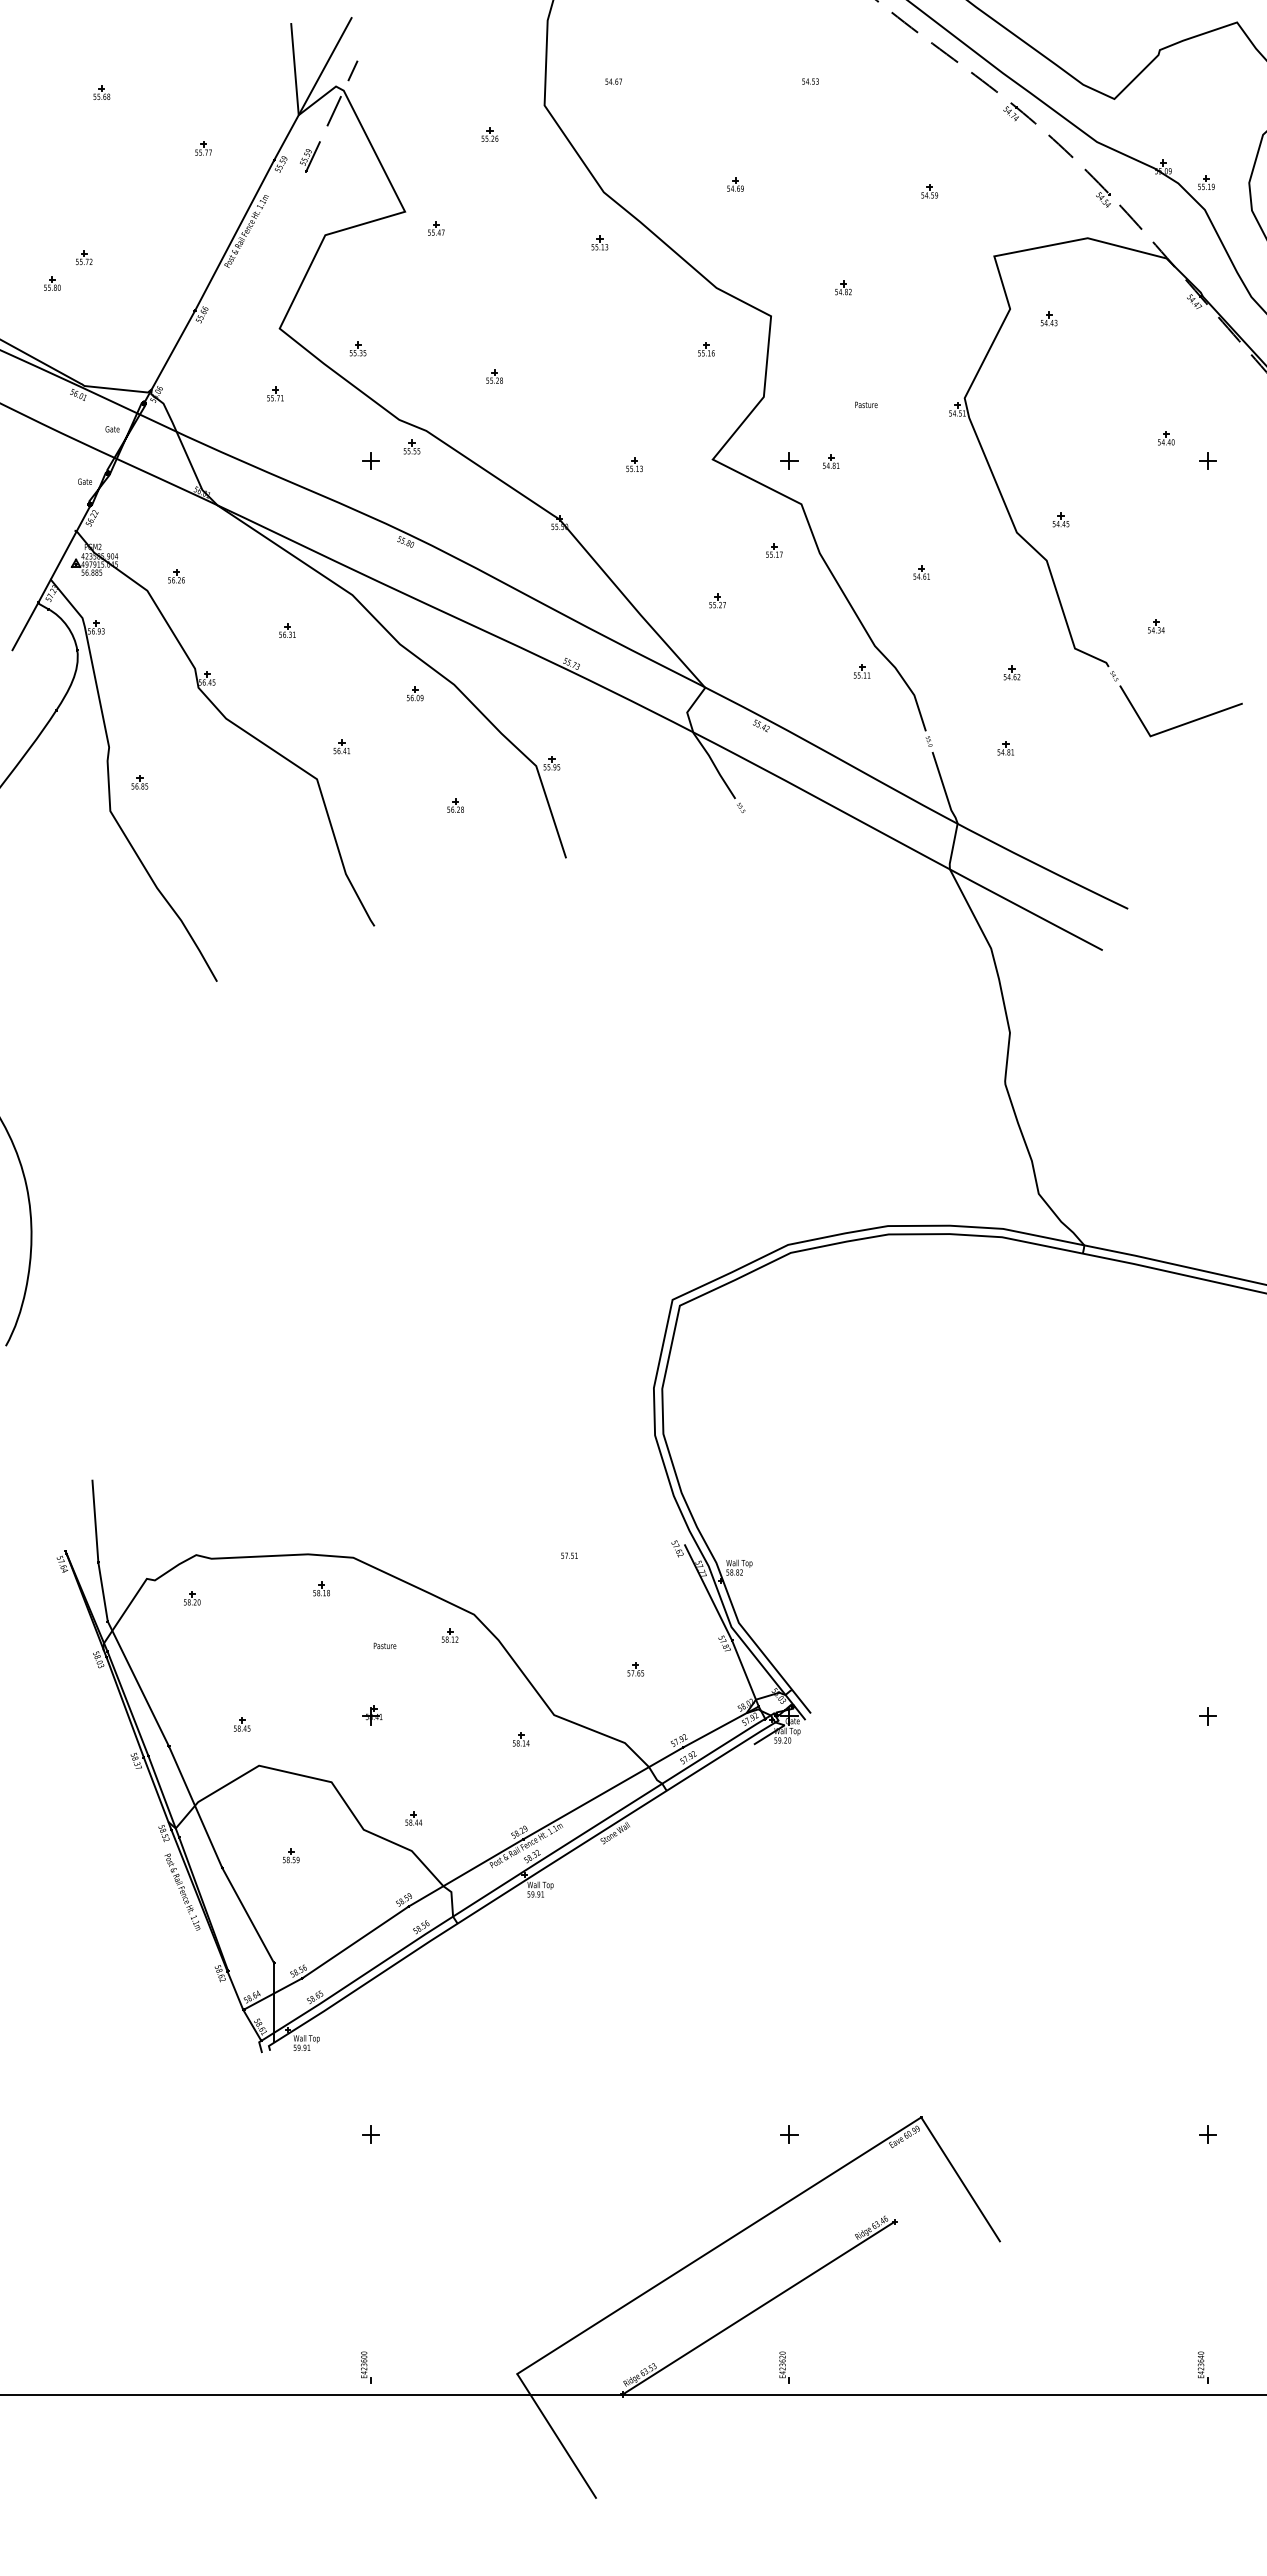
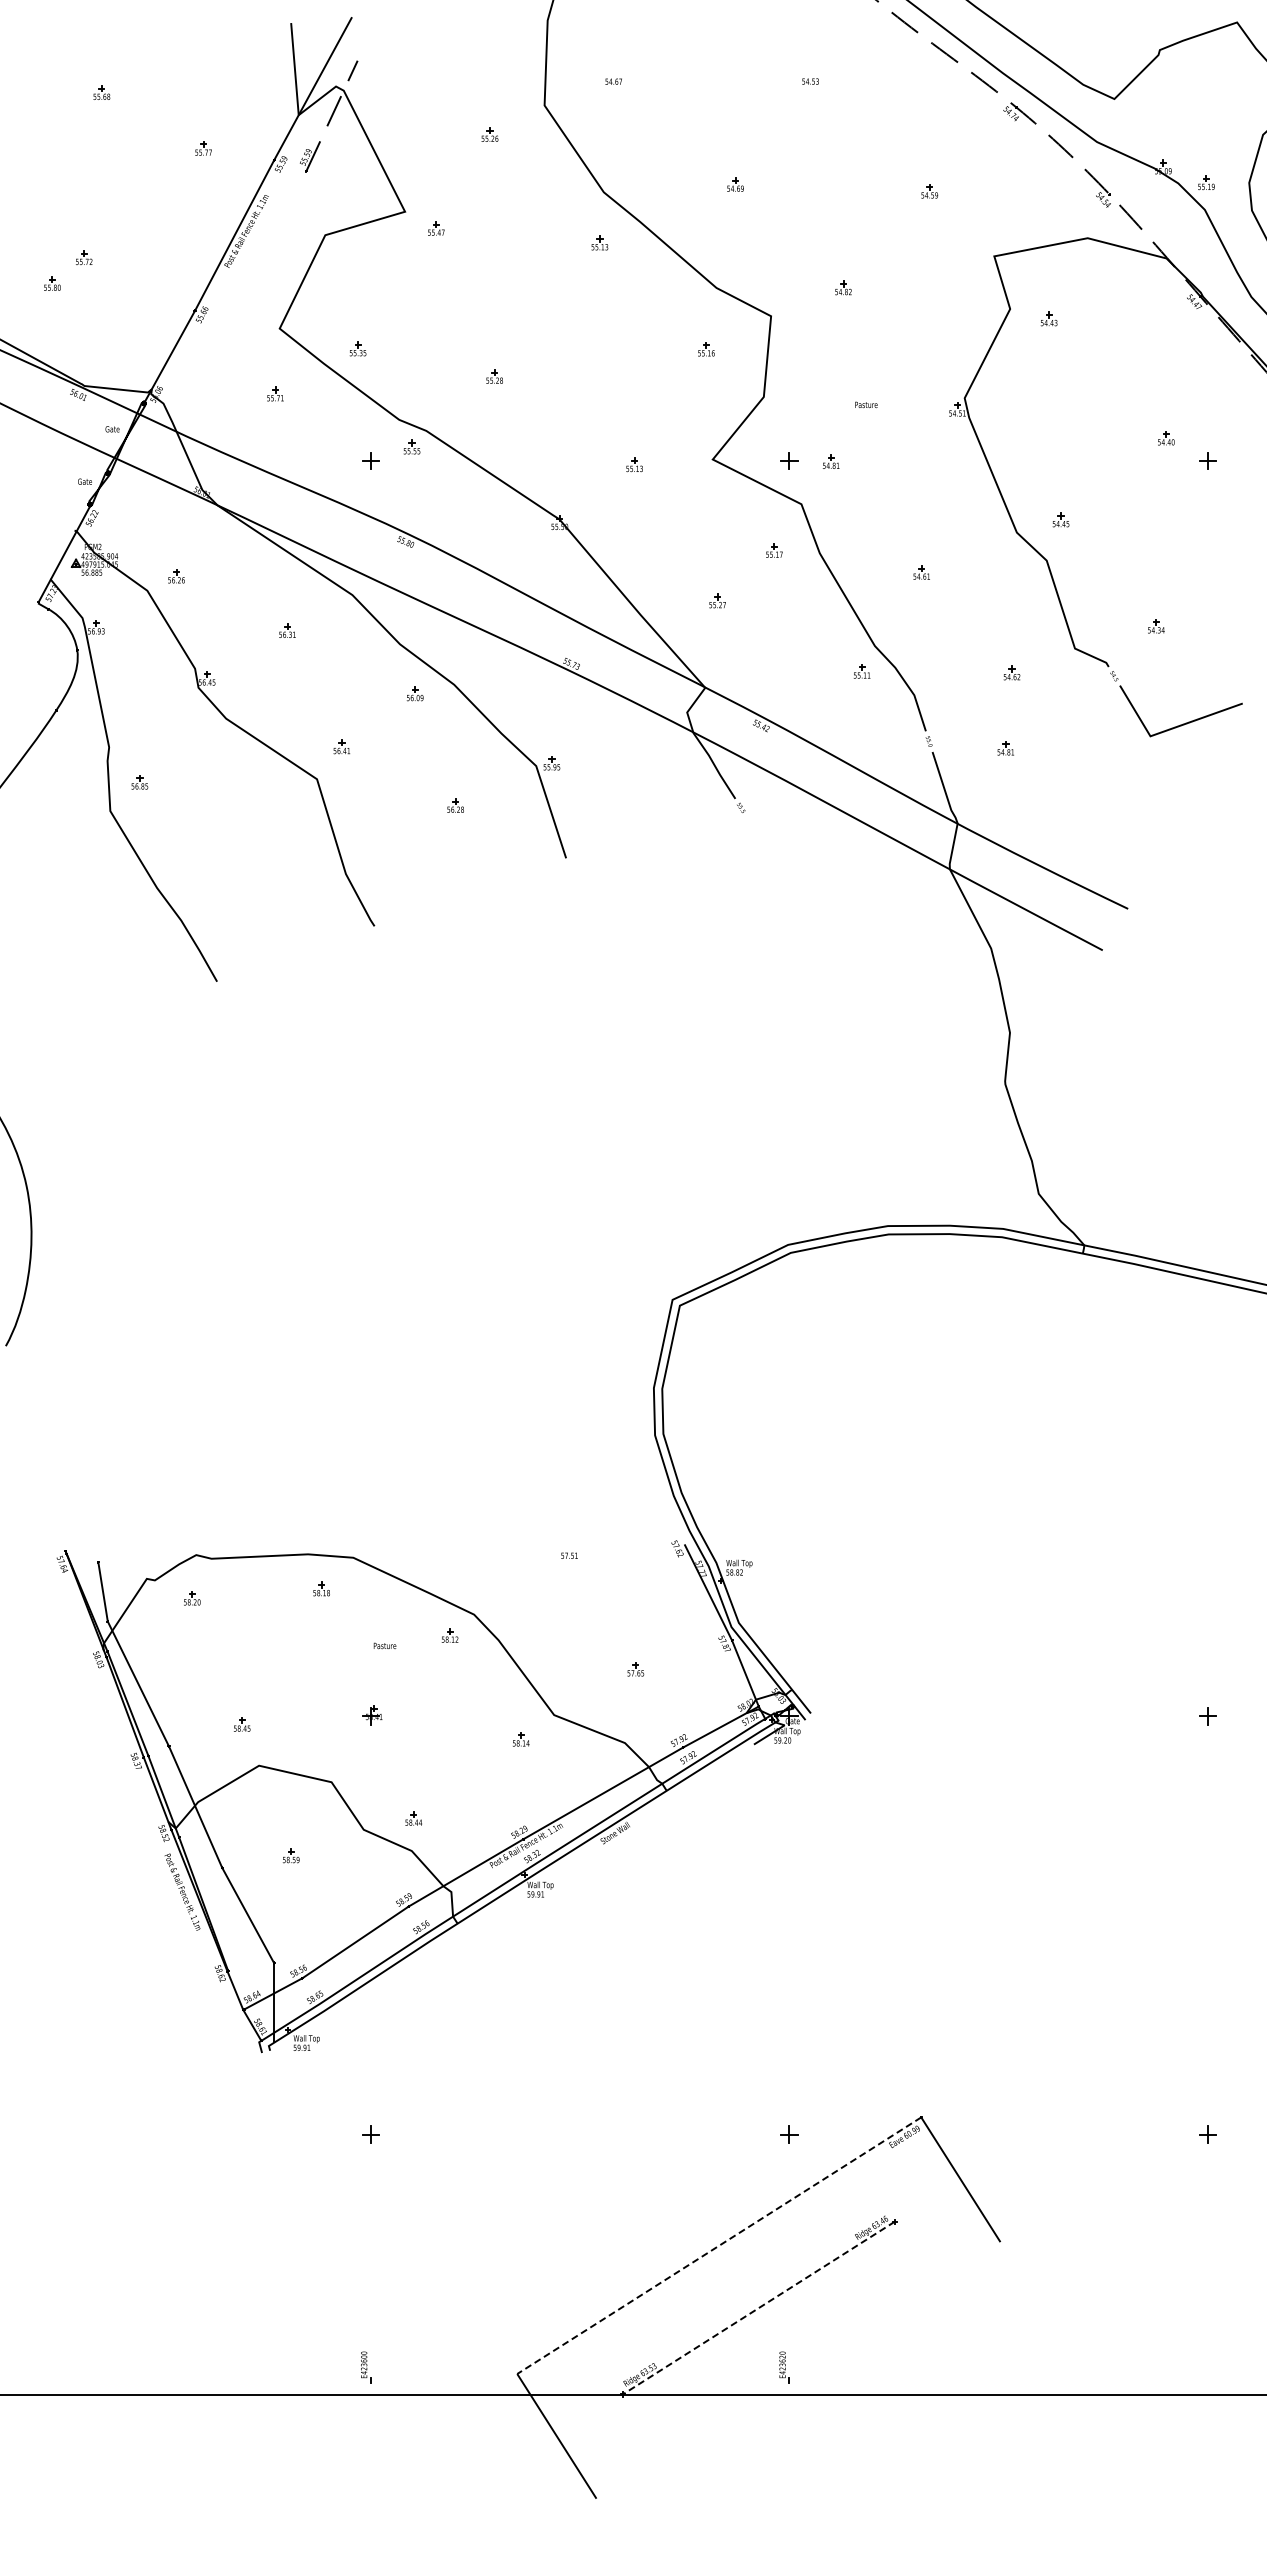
line at (25, 626): present -> none
line at (95, 1521): present -> none
line at (718, 2245): solid -> dashed
line at (758, 2308): solid -> dashed
part at (1202, 2367): present -> none
